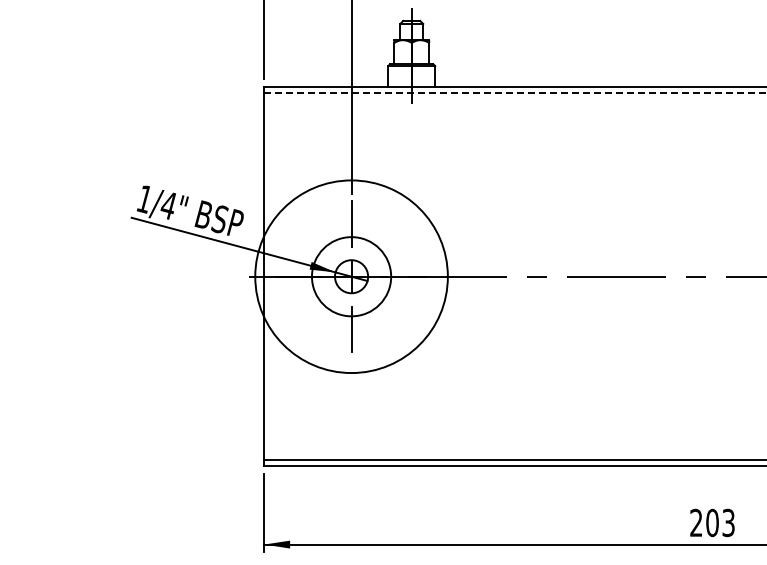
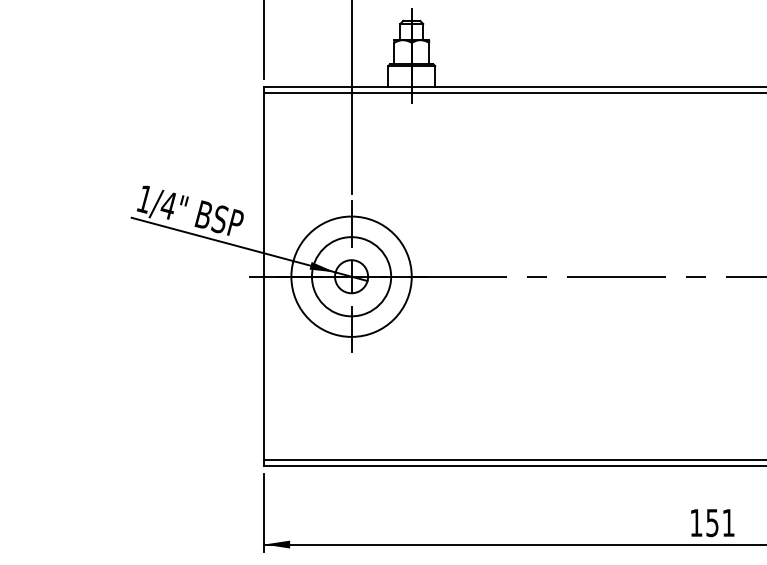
line at (515, 93): dashed -> solid
circle at (351, 276) diameter: 193 px -> 120 px
text at (712, 522): 203 -> 151
